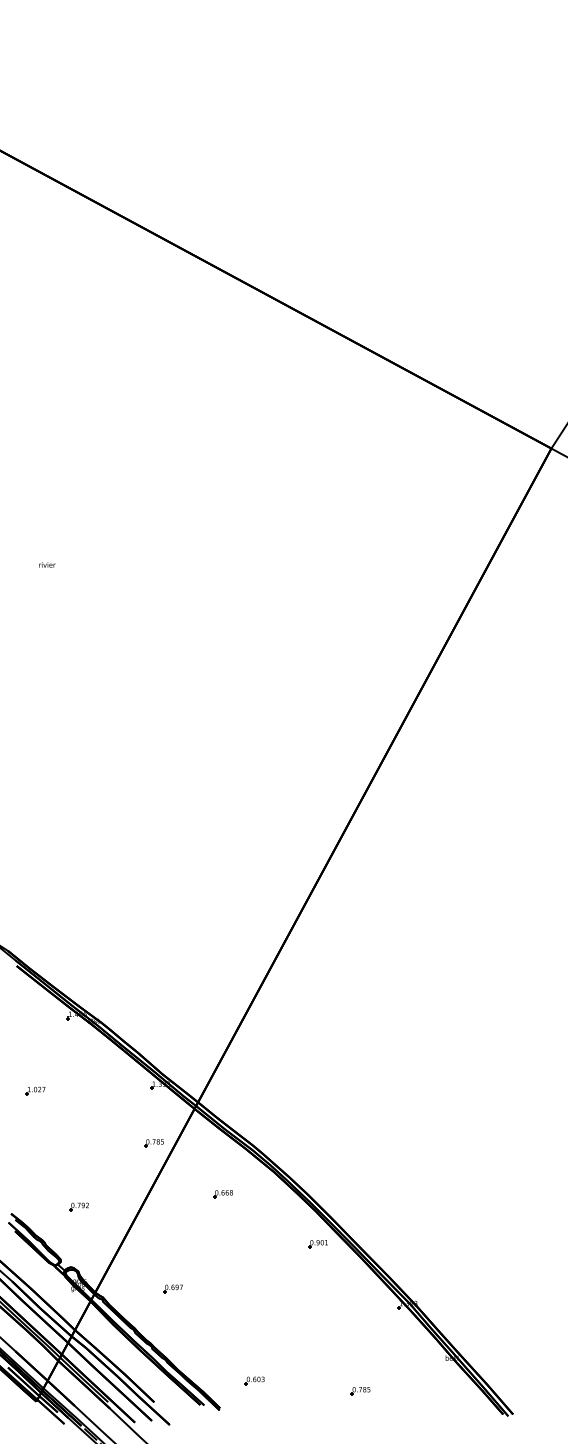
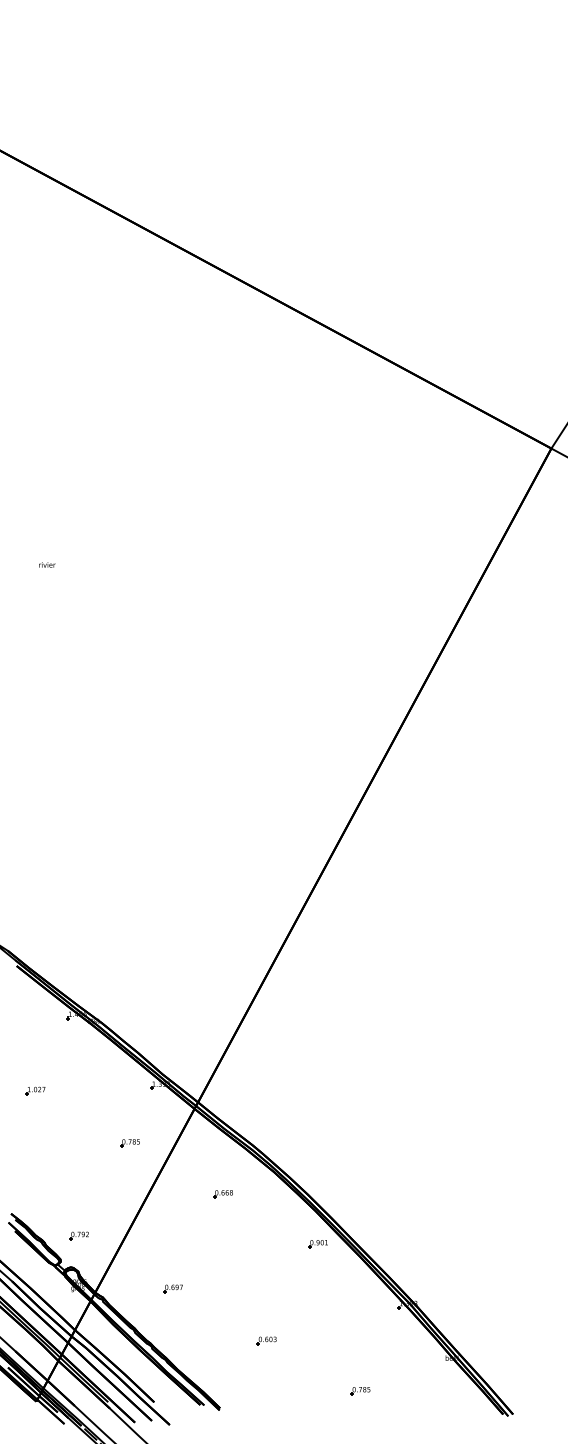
part at (153, 1143) position: (153, 1143) -> (129, 1143)
part at (78, 1206) position: (78, 1206) -> (78, 1235)
part at (254, 1380) position: (254, 1380) -> (266, 1340)
